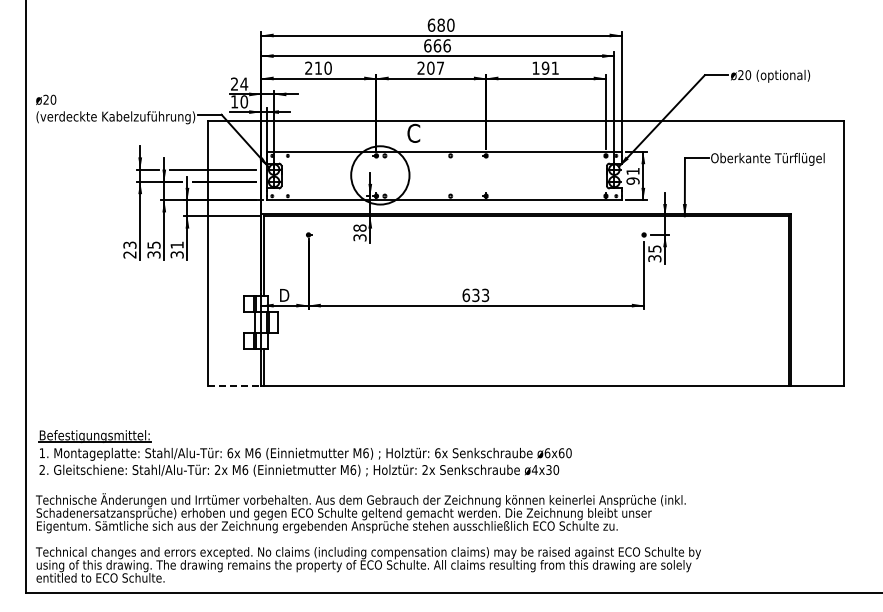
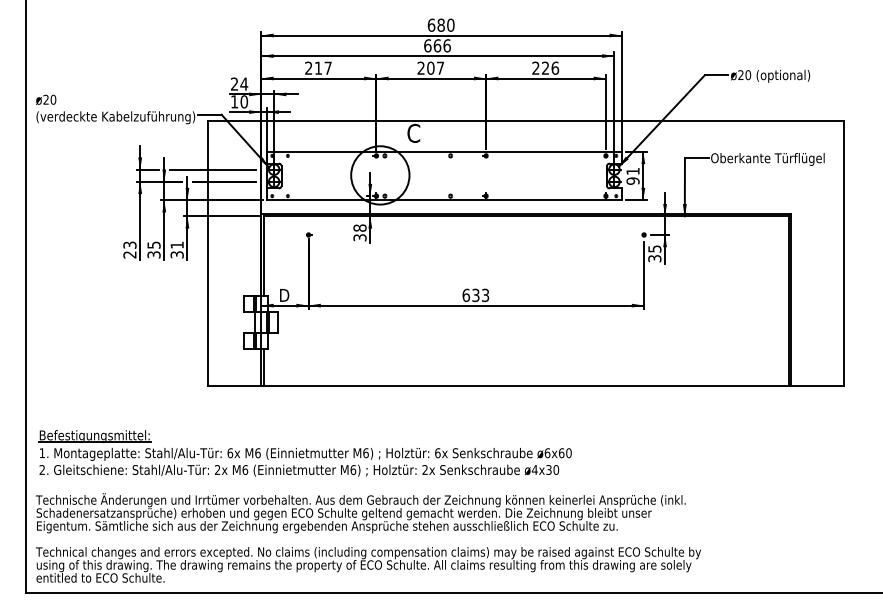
text at (327, 67): 210 -> 217
text at (545, 67): 191 -> 226
line at (234, 385): dashed -> solid
